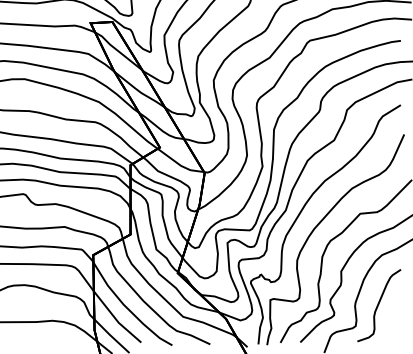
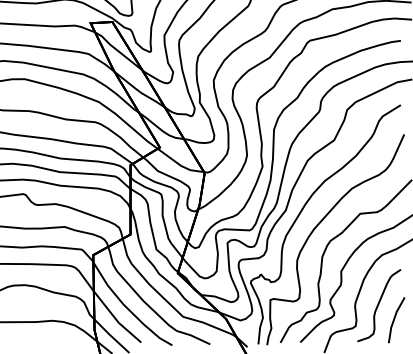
line at (394, 320): none -> present
